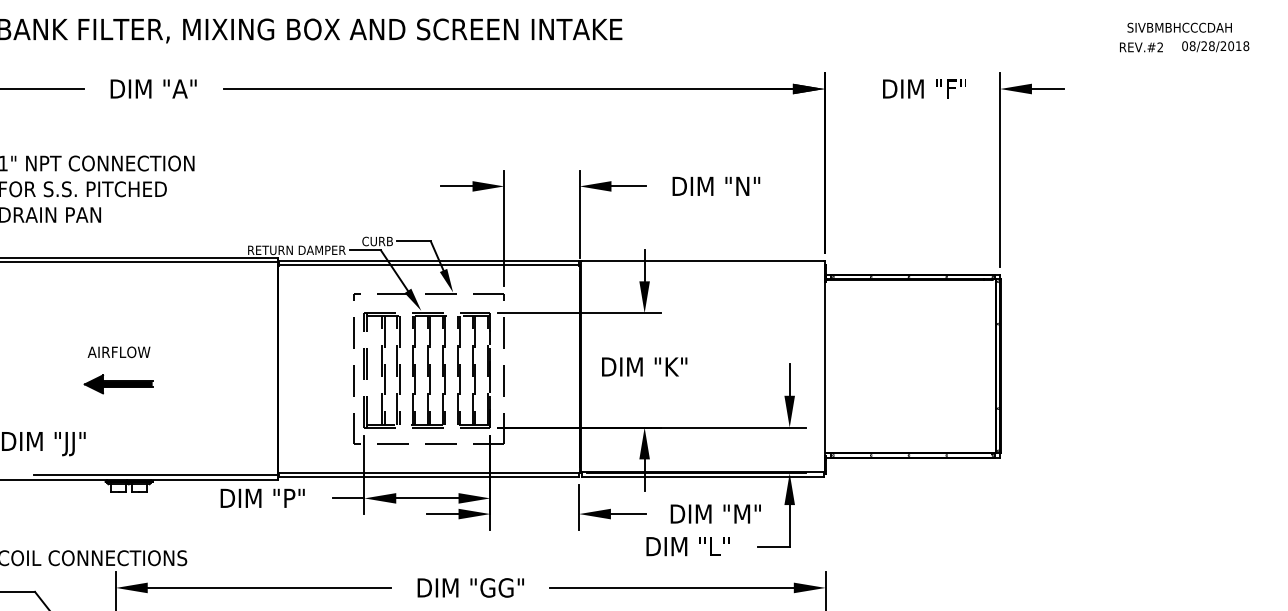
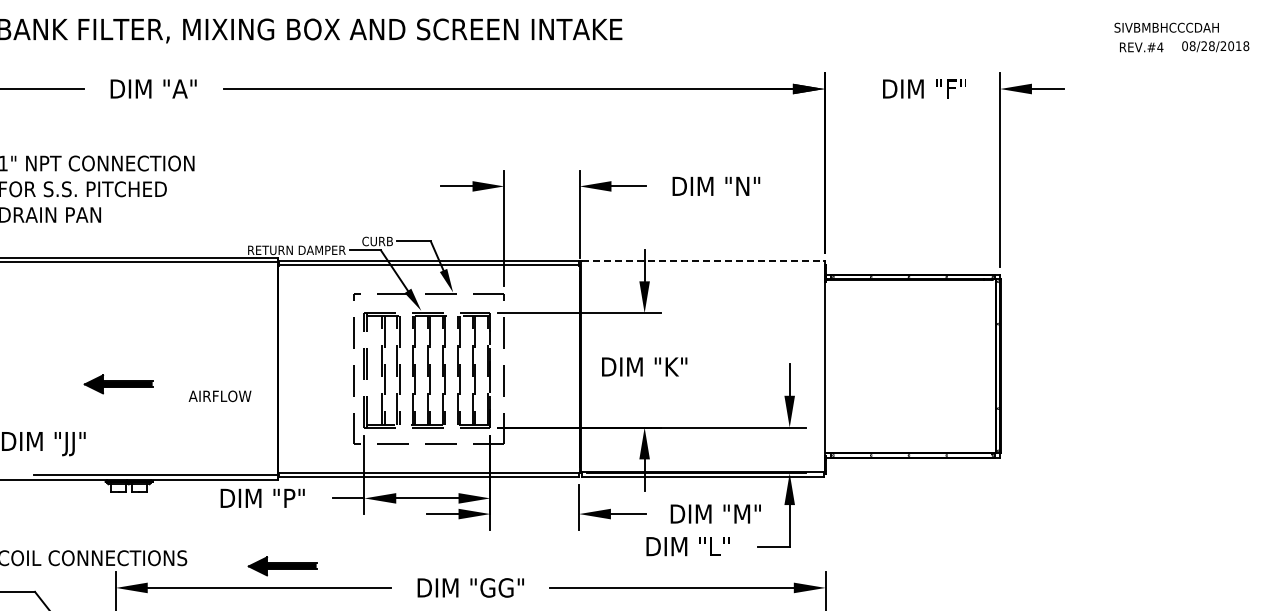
text at (1179, 27) position: (1179, 27) -> (1166, 27)
text at (1160, 47): REV.#2 -> REV.#4
line at (703, 260): solid -> dashed
text at (118, 352) position: (118, 352) -> (219, 396)
part at (282, 566): none -> present
